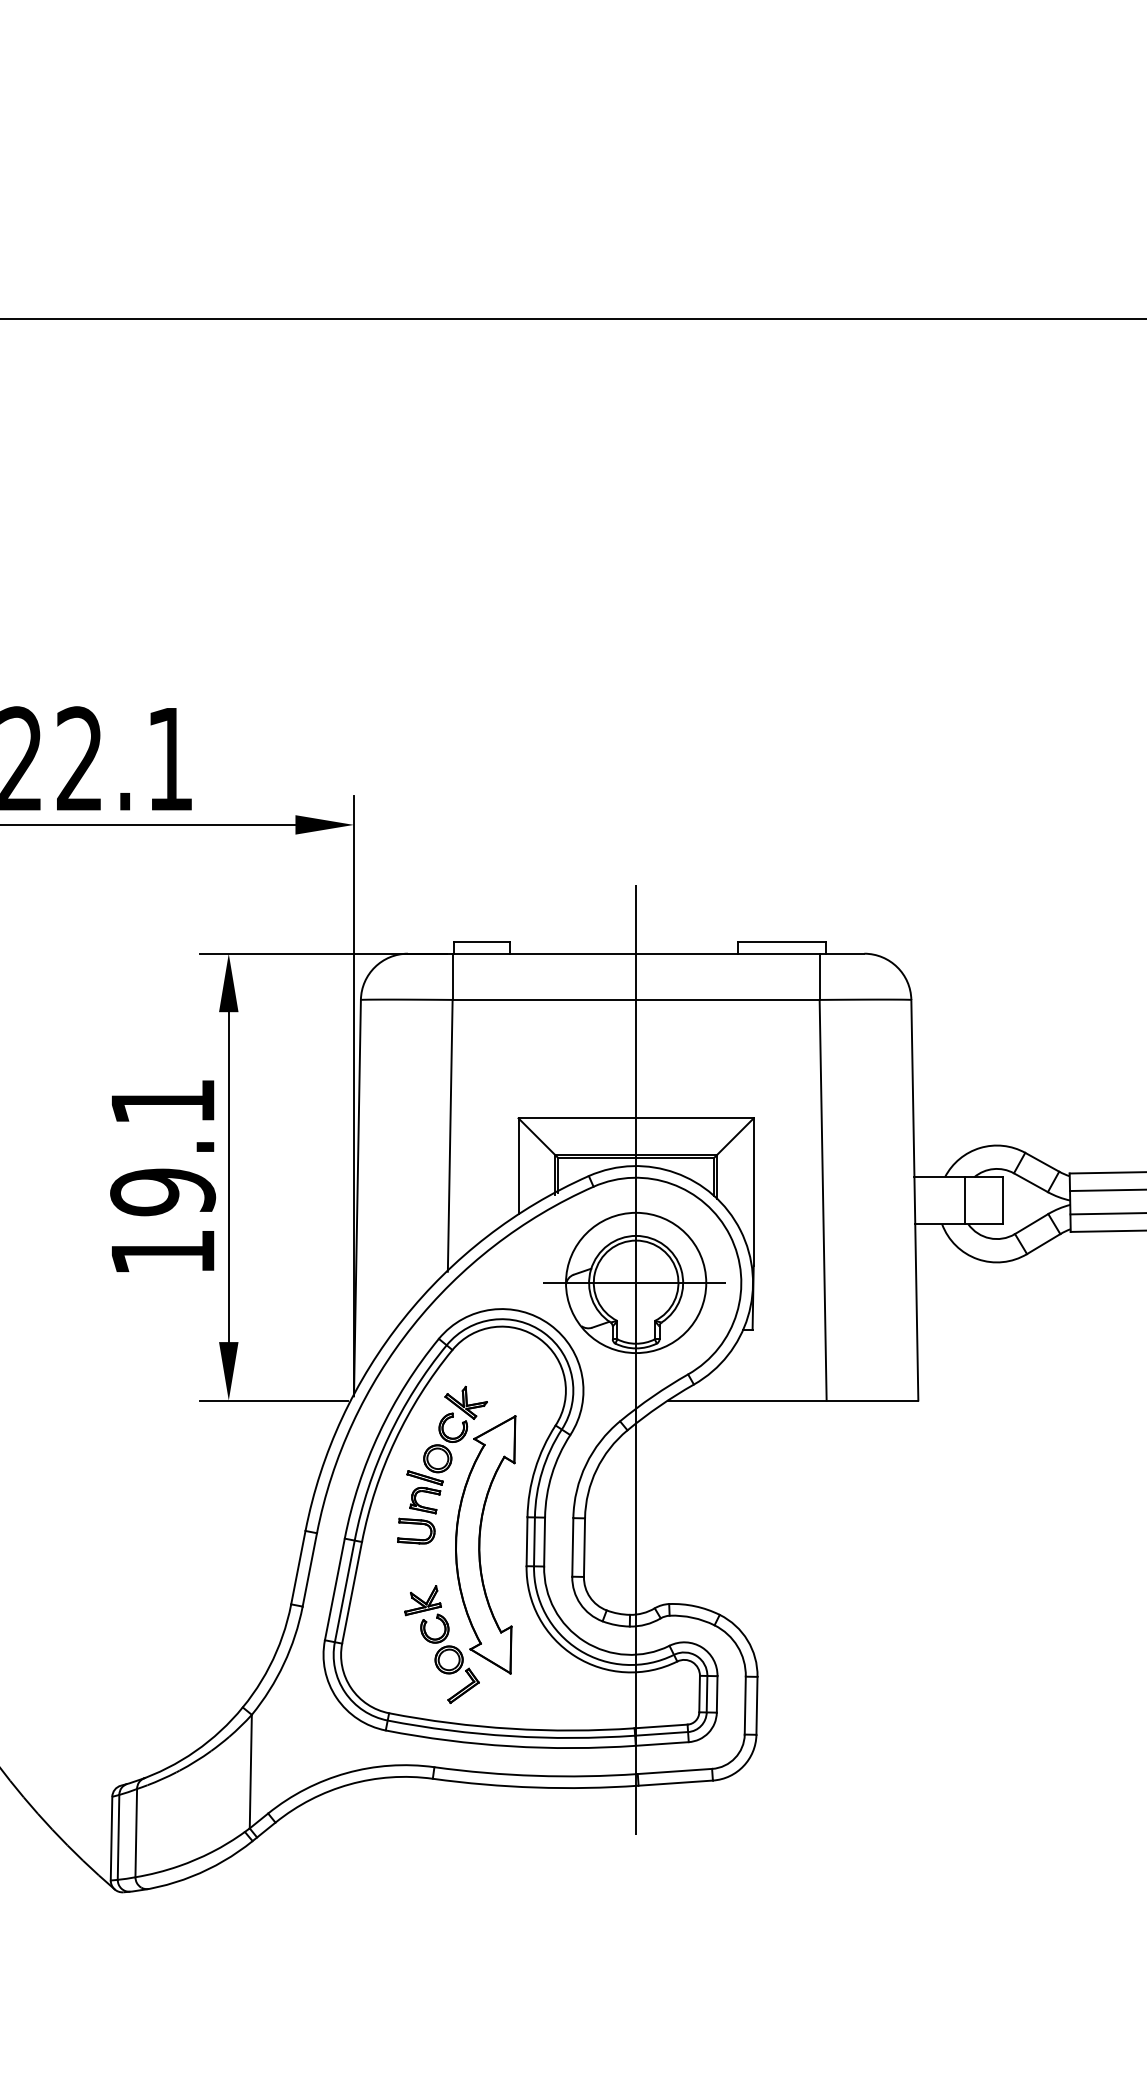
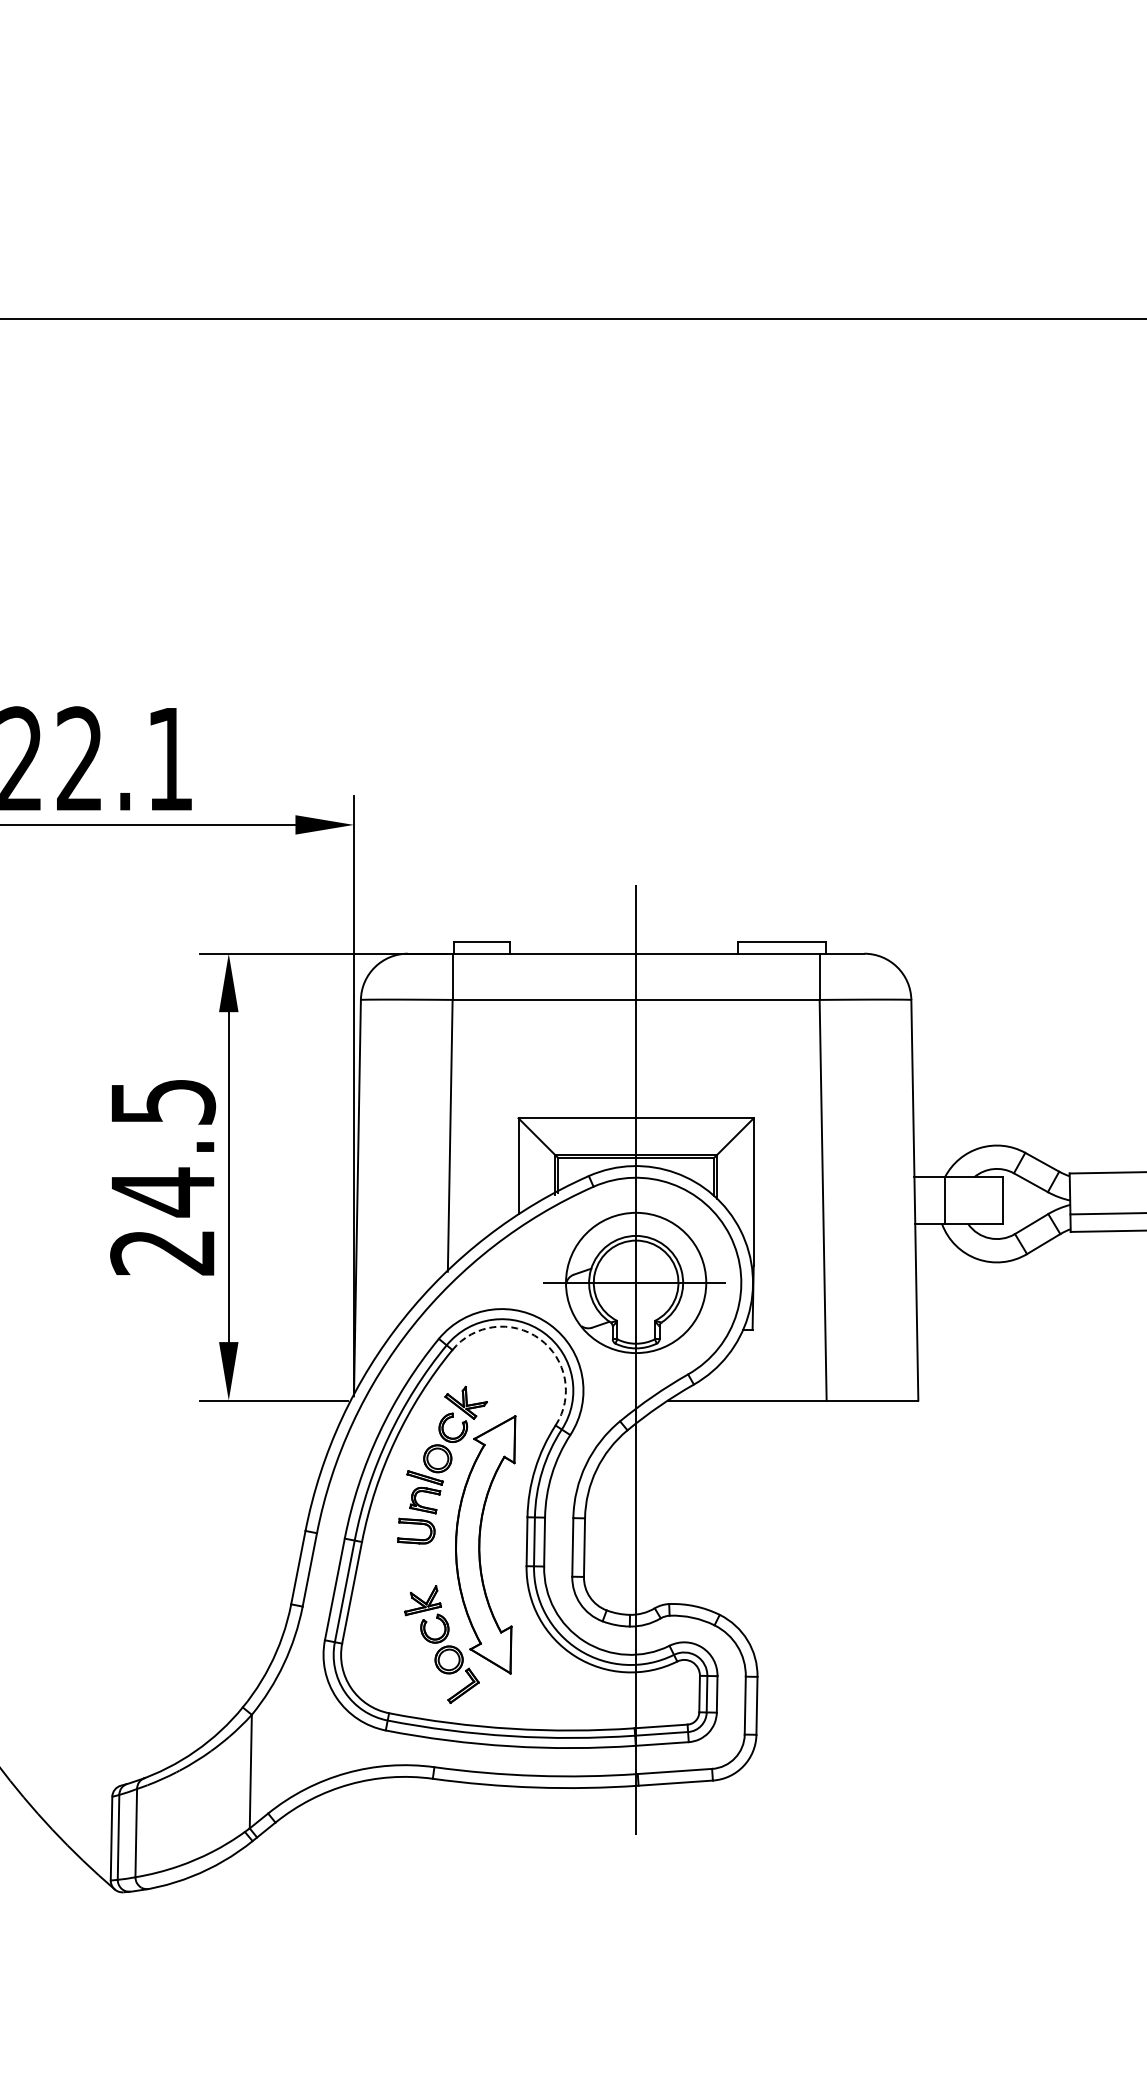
text at (163, 1177): 19.1 -> 24.5
line at (1106, 1190): present -> none
line at (964, 1200) position: (964, 1200) -> (944, 1200)
arc at (539, 1338): solid -> dashed
